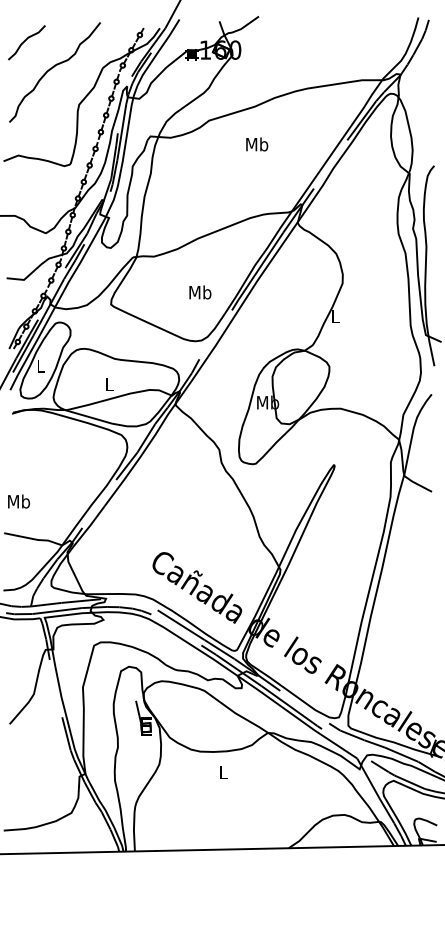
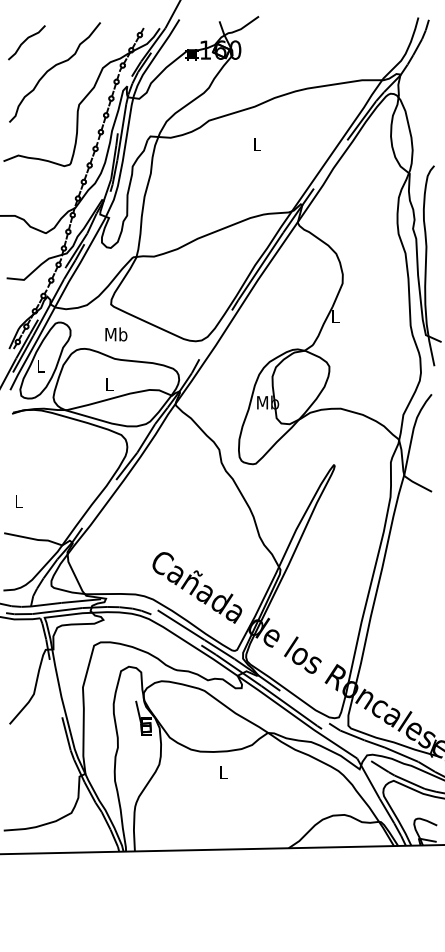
text at (257, 144): Mb -> L
text at (200, 292) position: (200, 292) -> (116, 334)
text at (19, 501): Mb -> L
